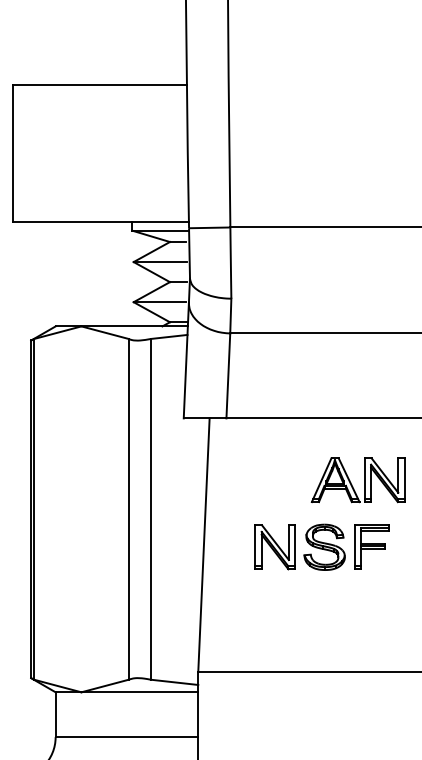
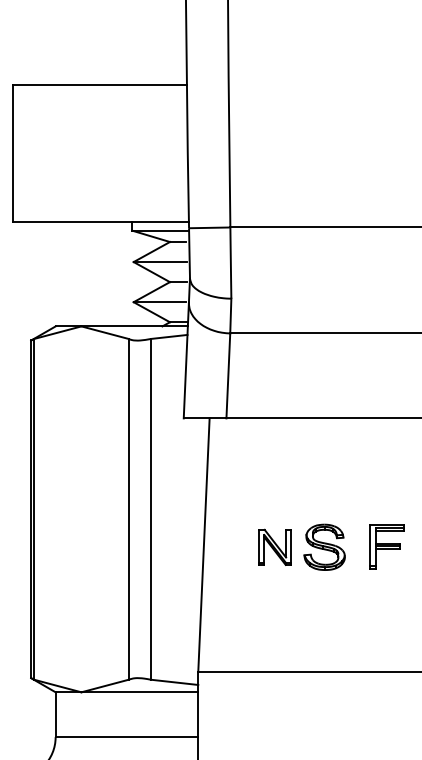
part at (351, 482): present -> none
part at (371, 546) position: (371, 546) -> (386, 546)
part at (274, 547) size: 42x47 px -> 34x38 px
